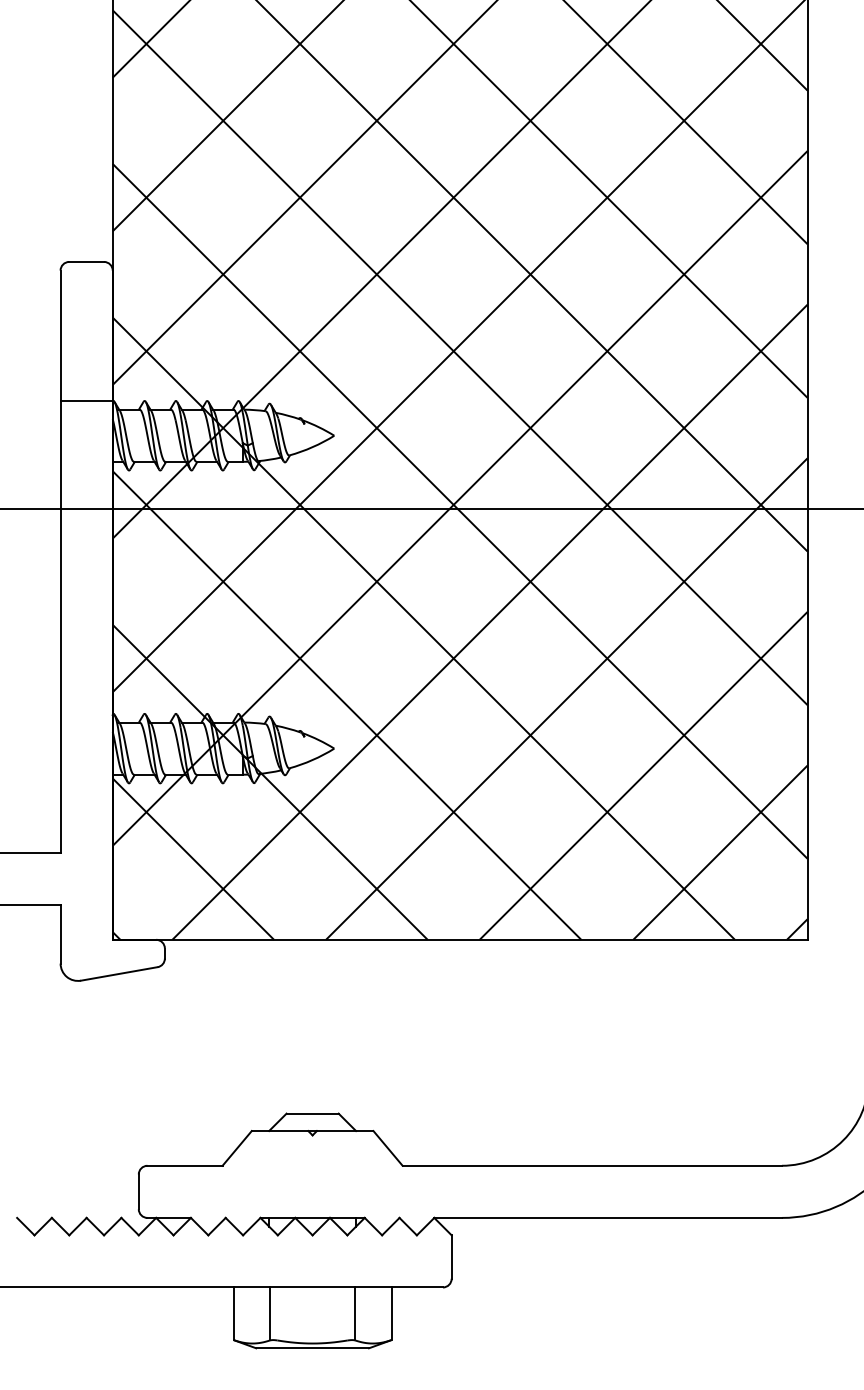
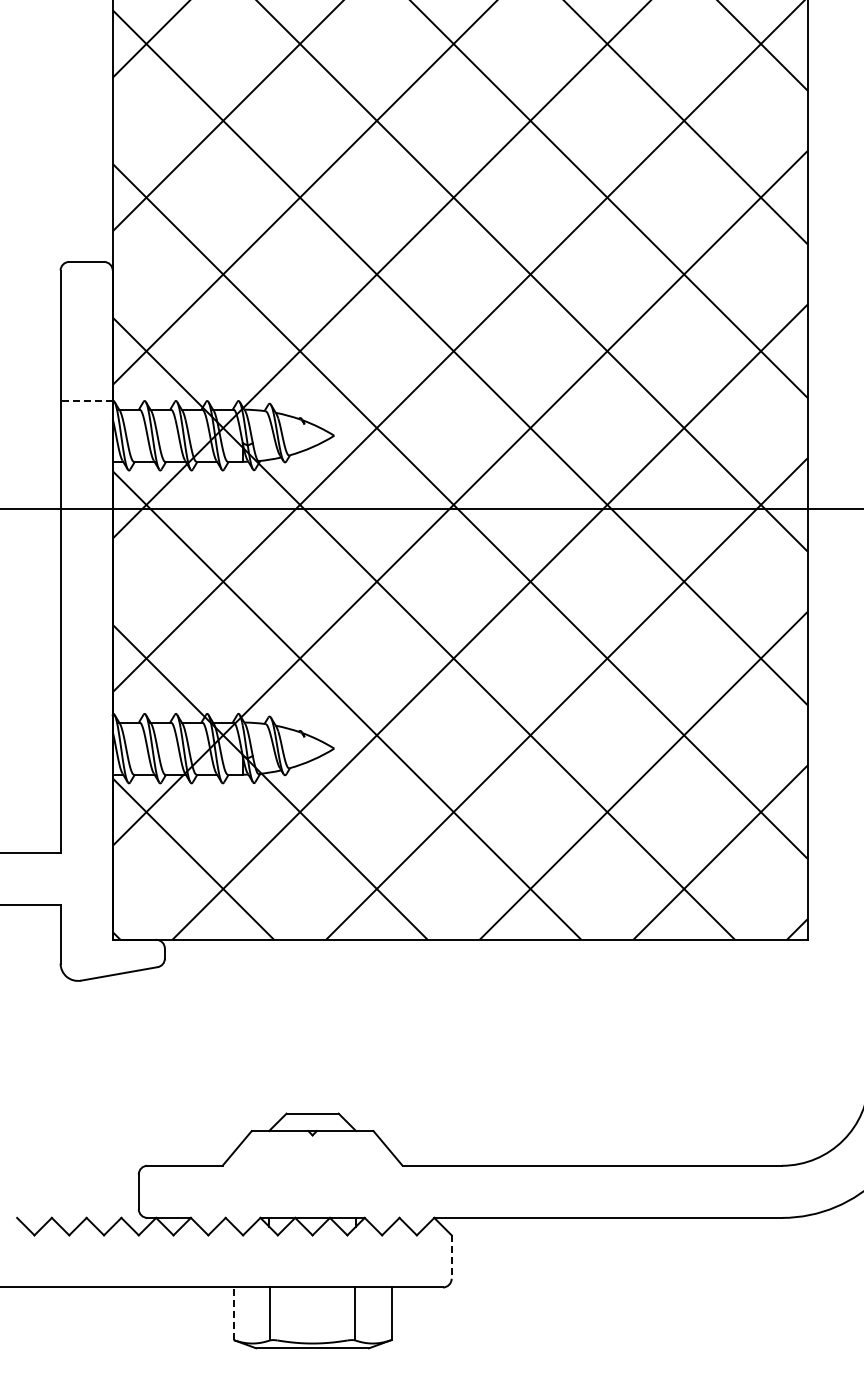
line at (86, 400): solid -> dashed
line at (451, 1257): solid -> dashed
line at (233, 1313): solid -> dashed
